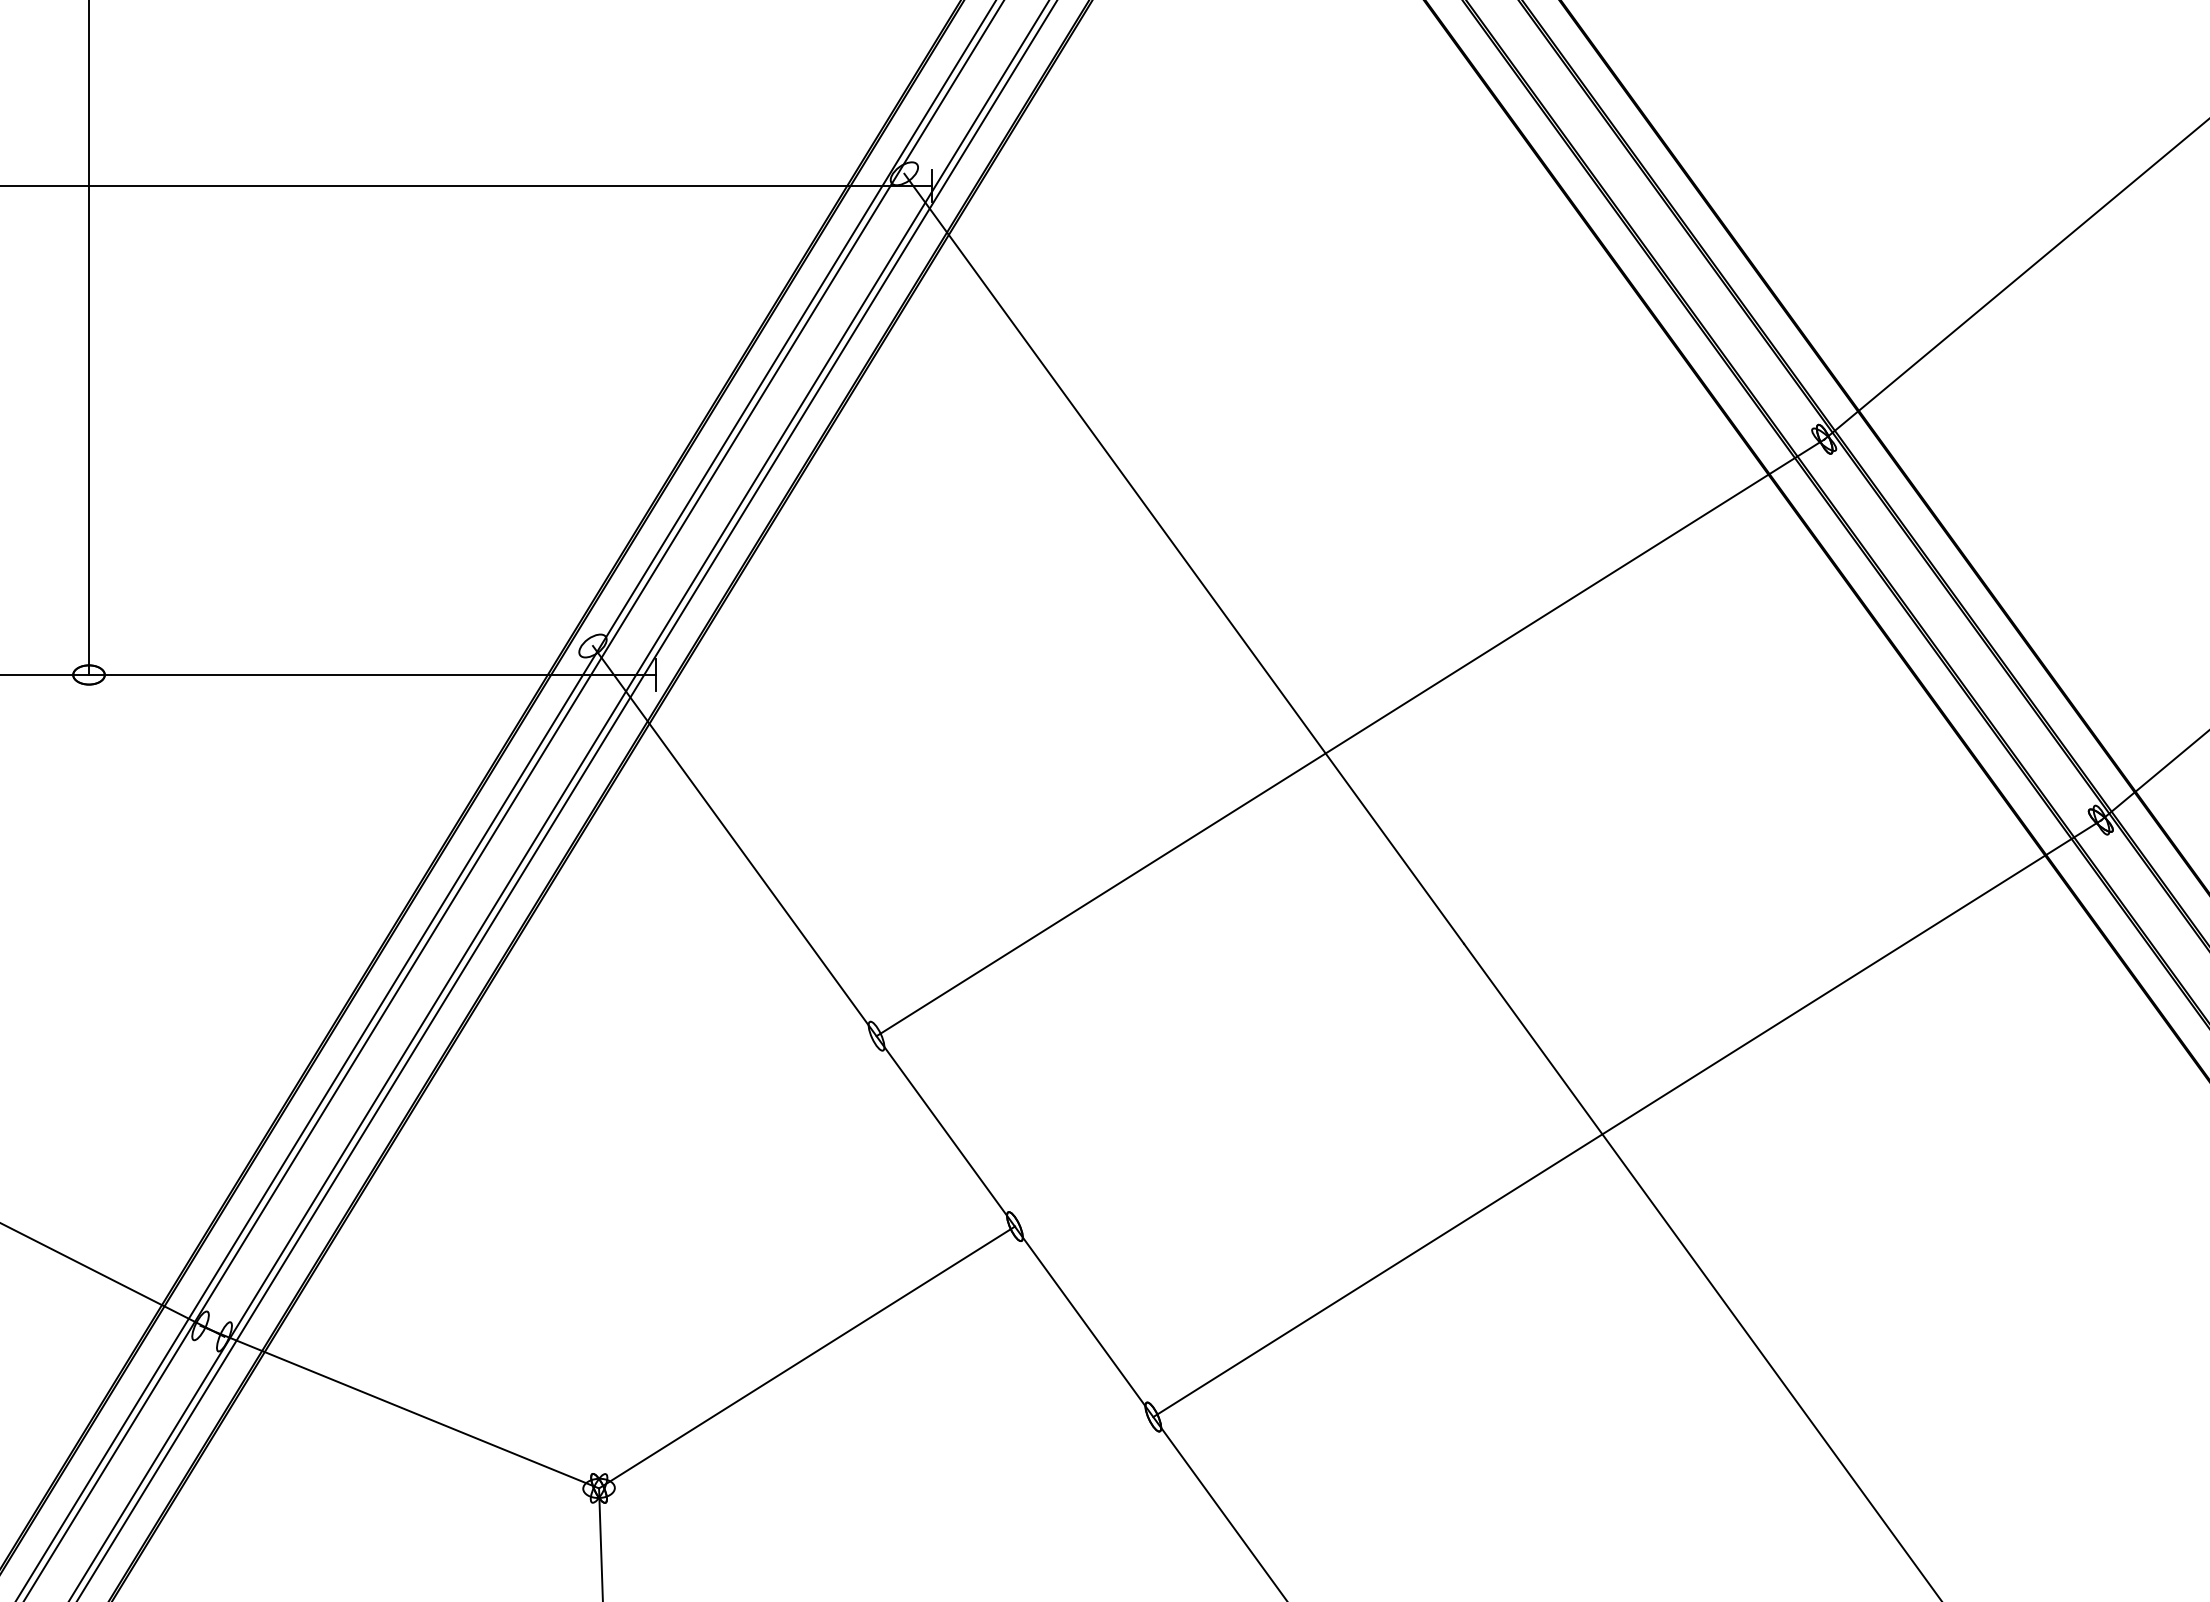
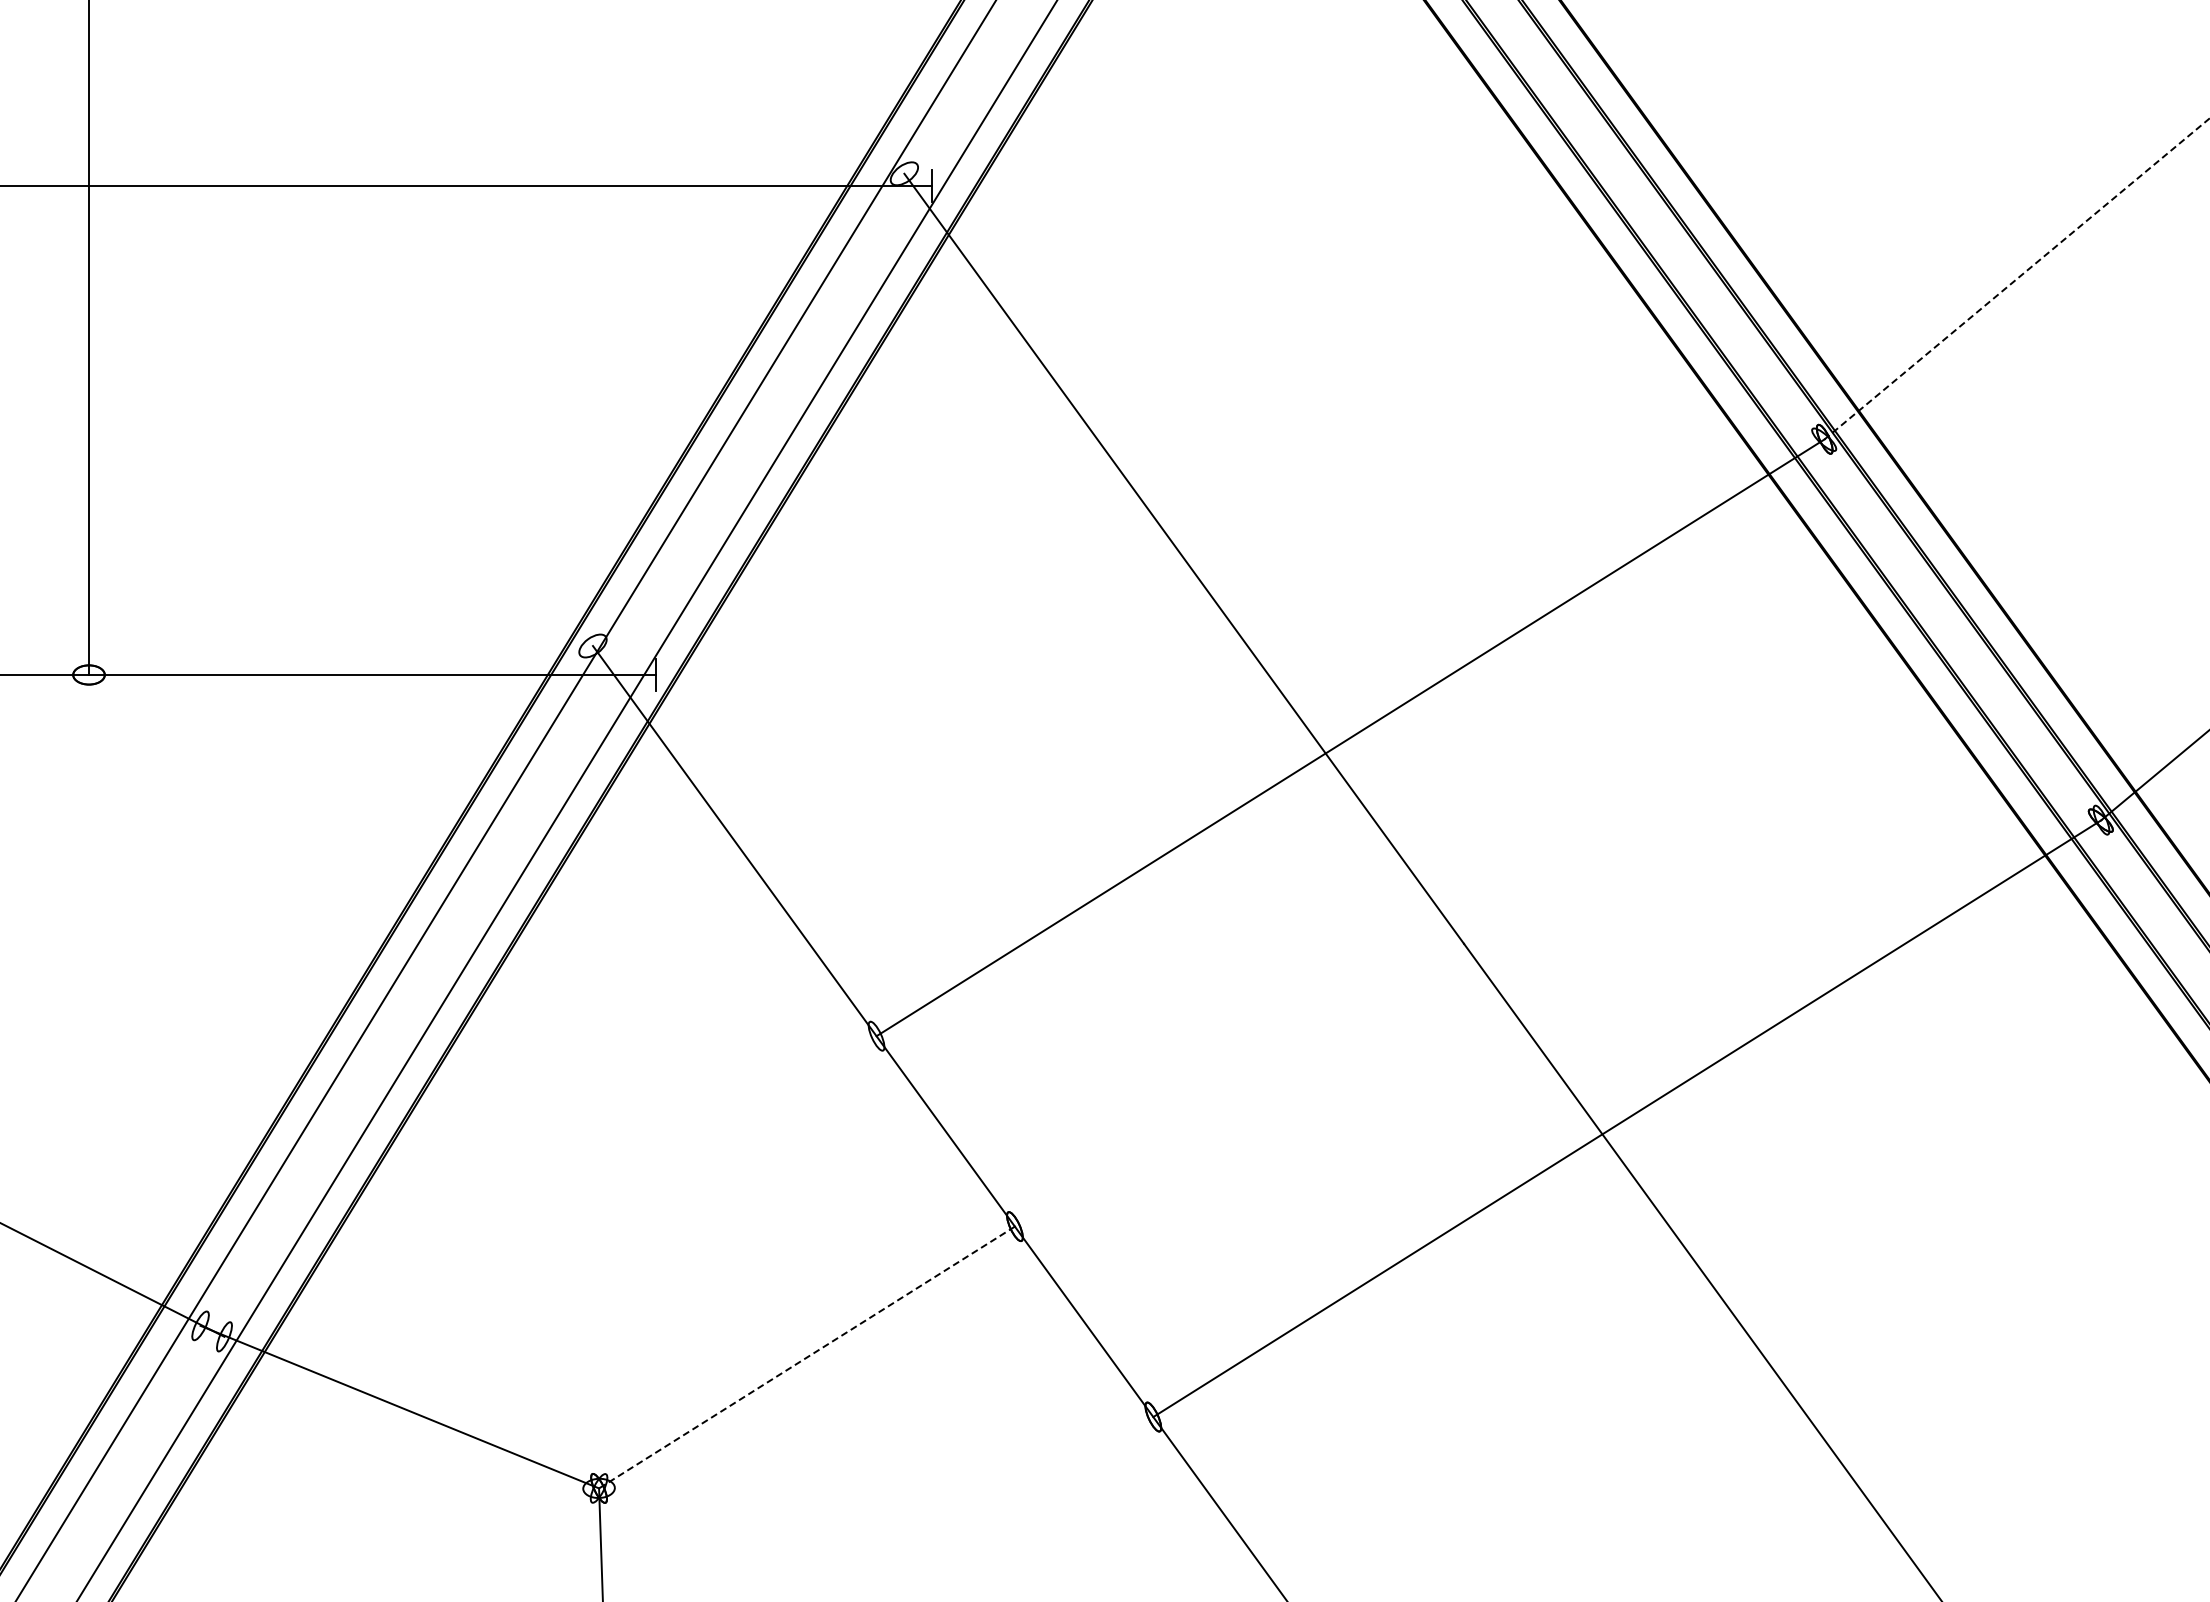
line at (2016, 279): solid -> dashed
line at (513, 800): present -> none
line at (558, 800): present -> none
line at (807, 1357): solid -> dashed
